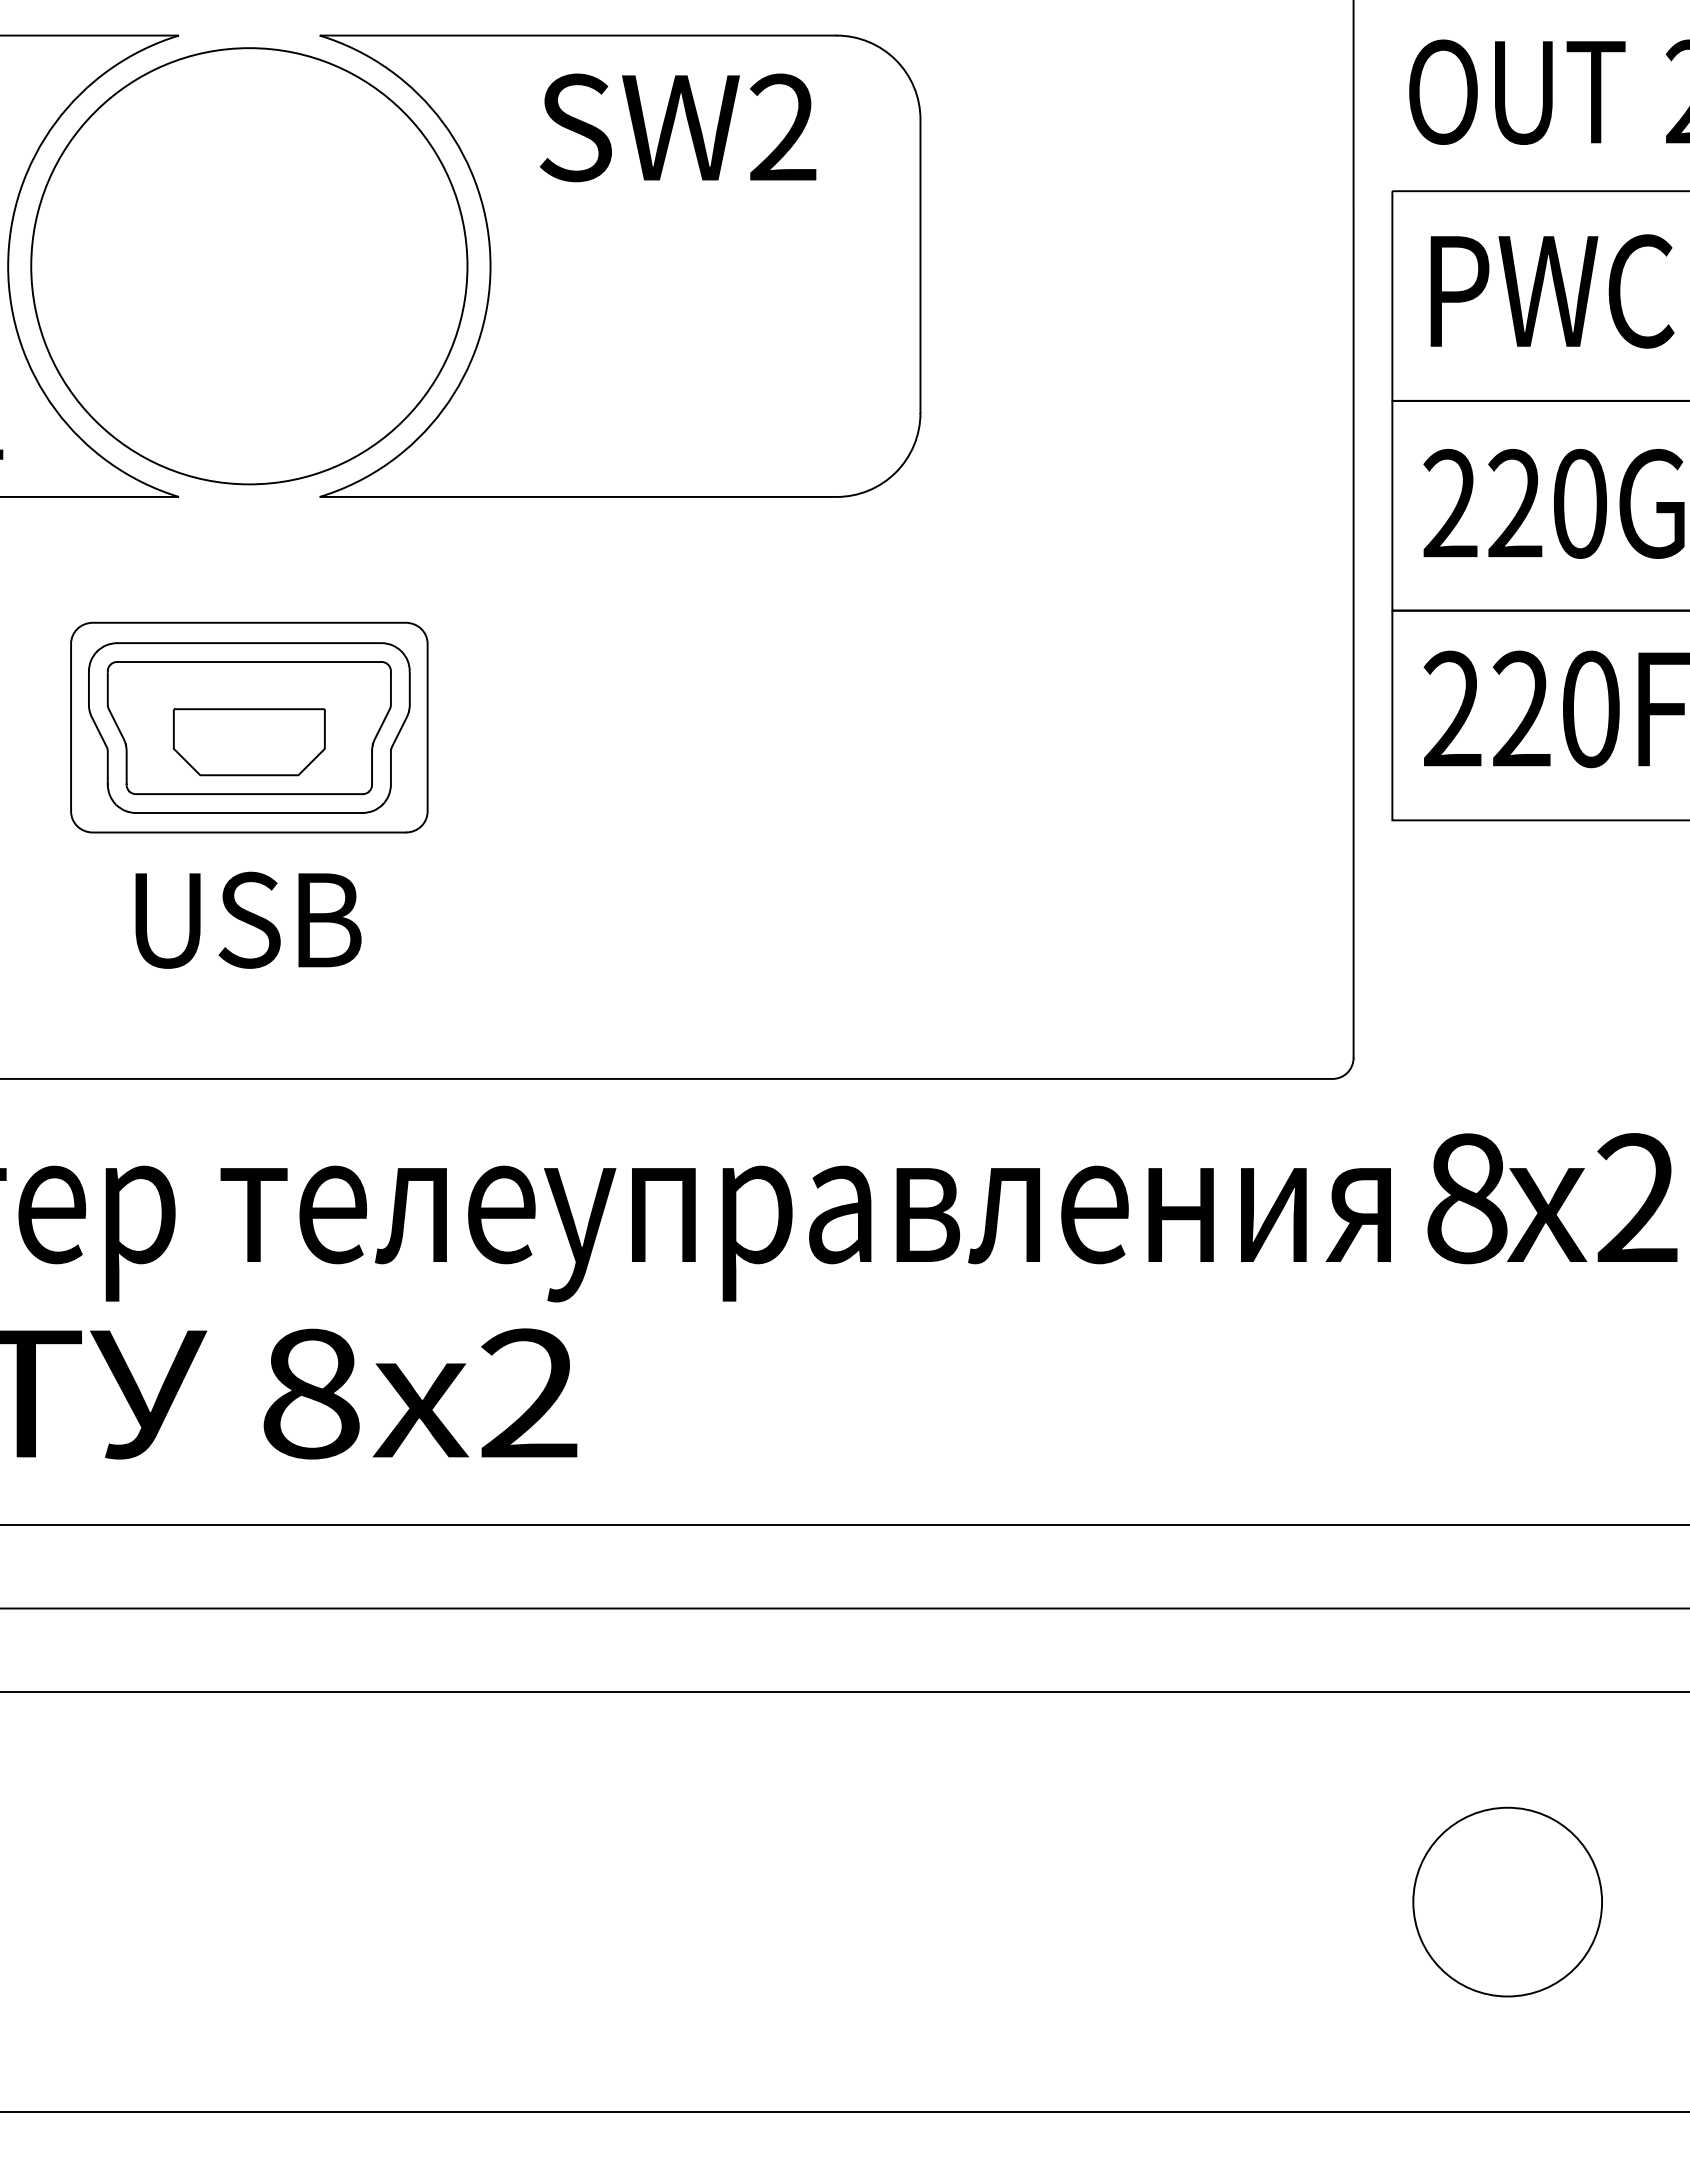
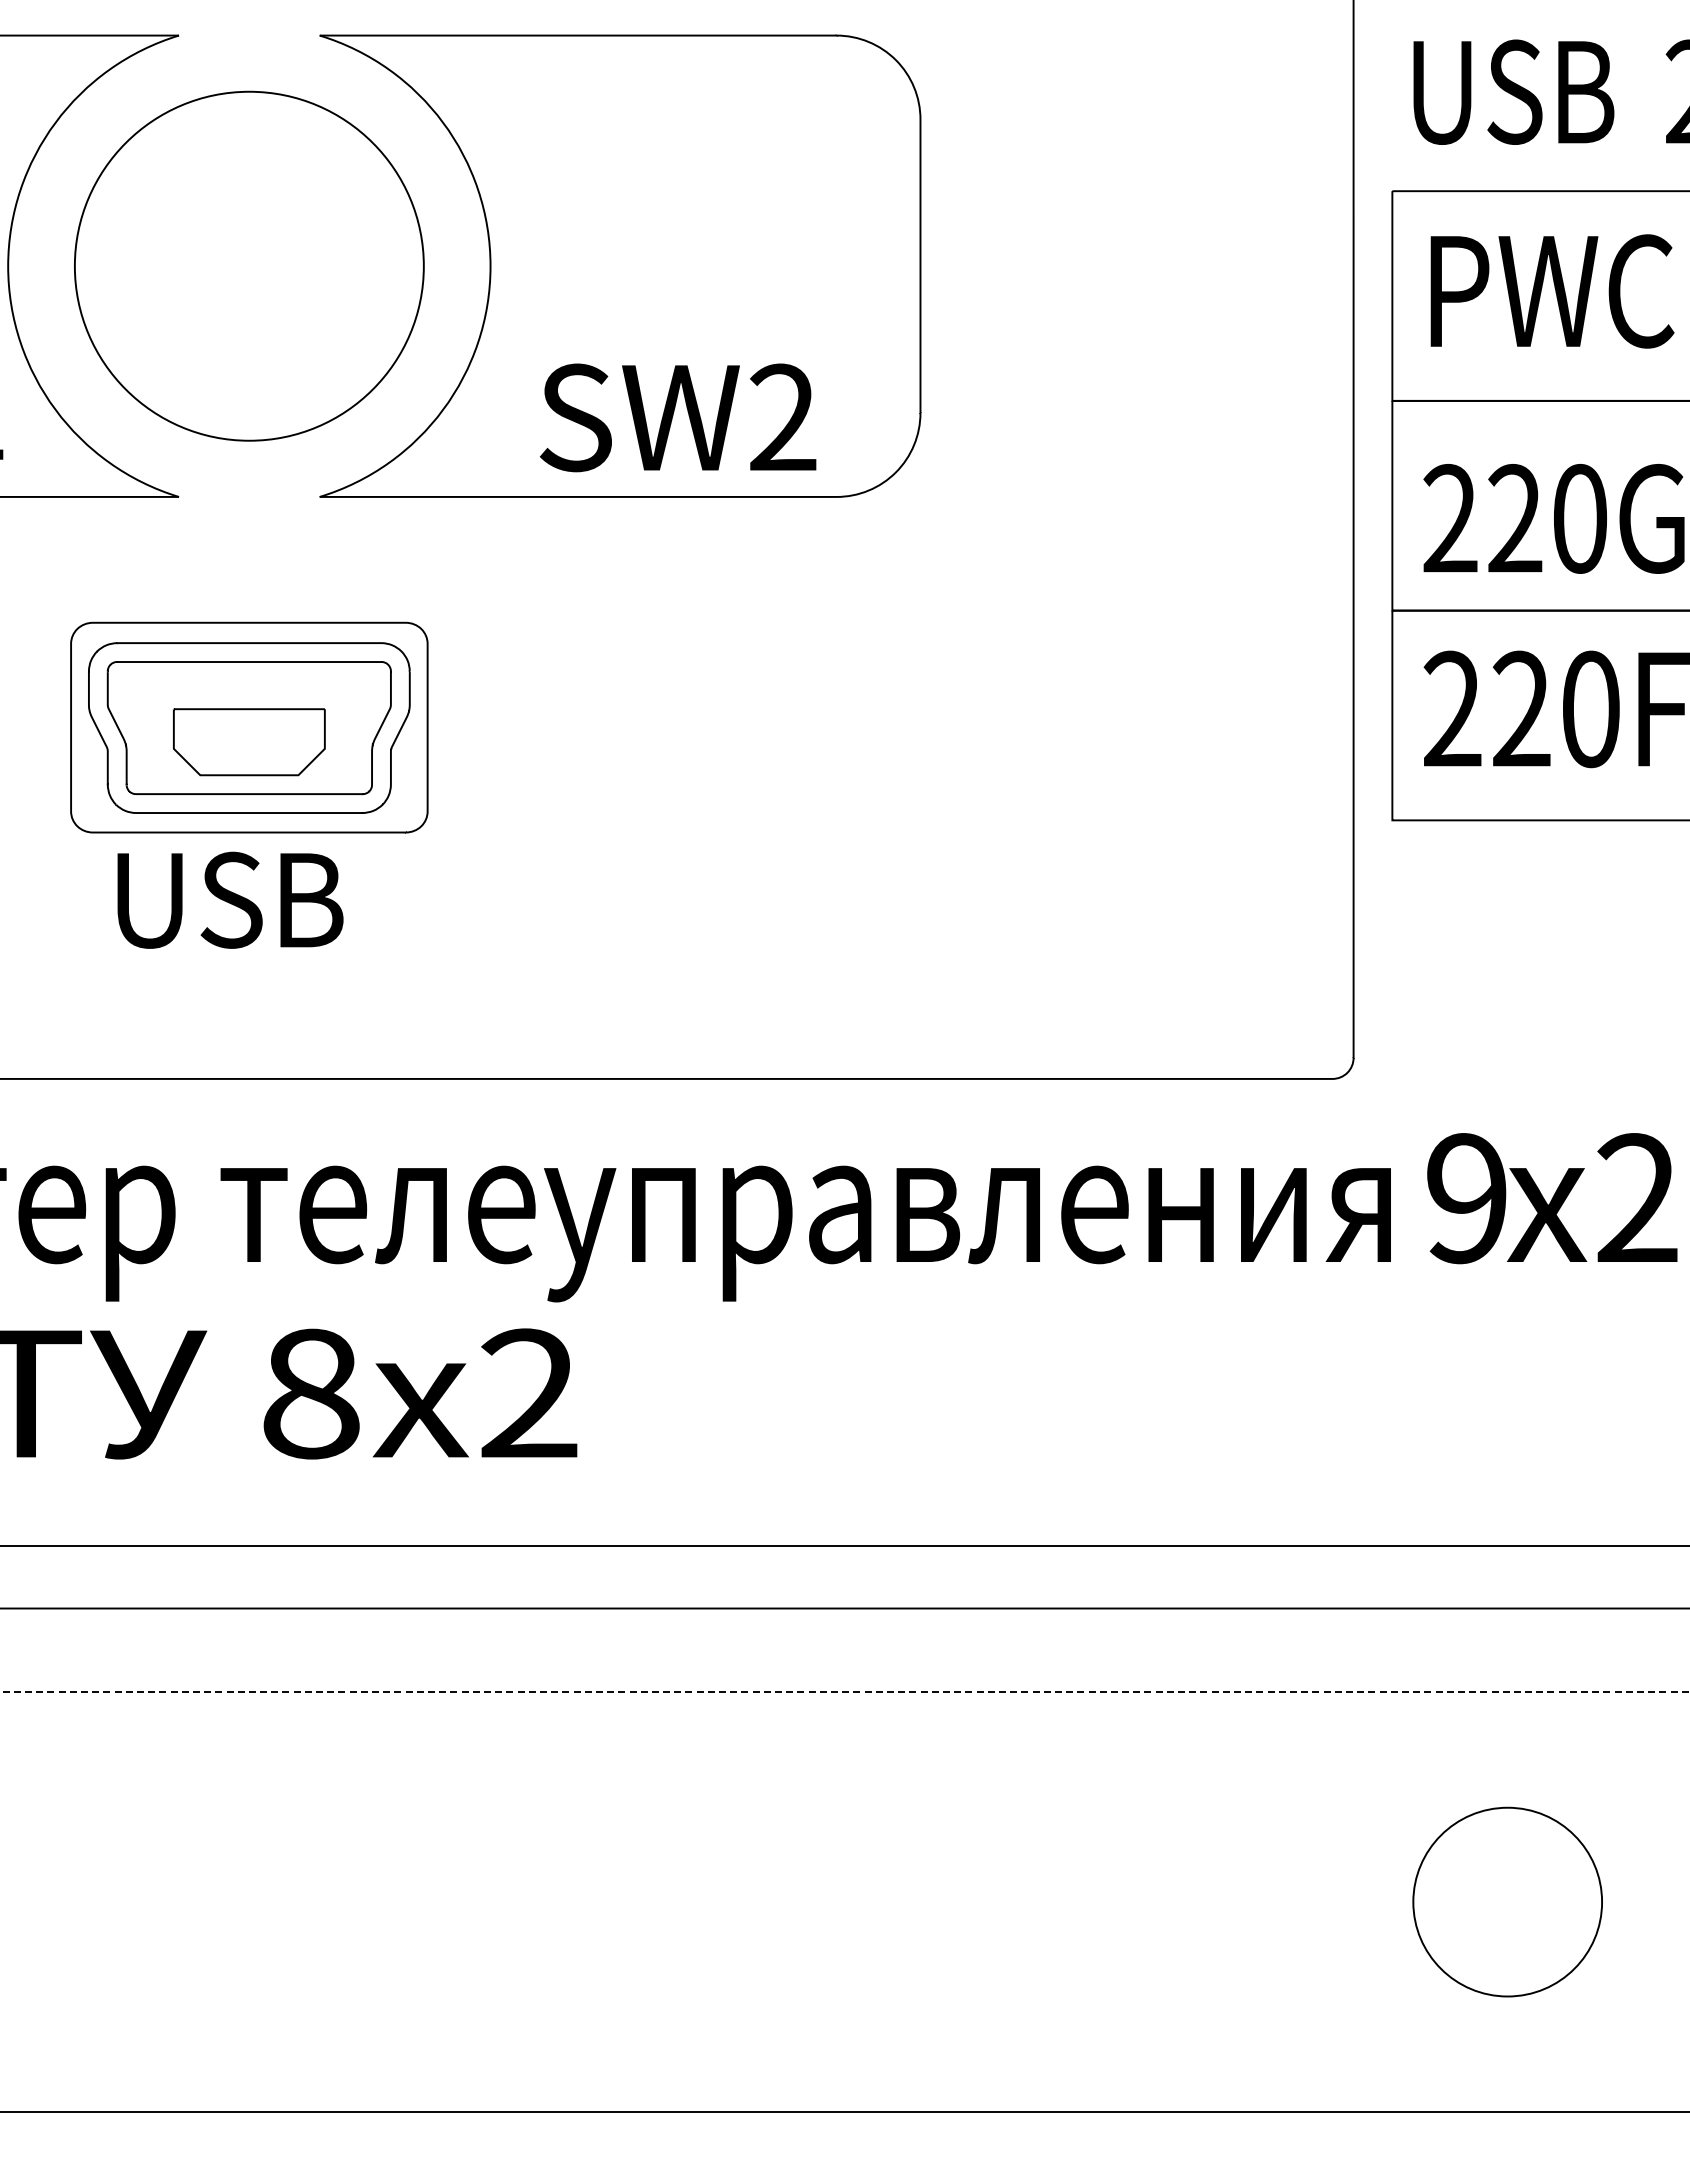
text at (1517, 91): OUT -> USB
text at (678, 127) position: (678, 127) -> (678, 417)
circle at (249, 266) diameter: 436 px -> 349 px
text at (1553, 503) position: (1553, 503) -> (1553, 518)
text at (248, 919) position: (248, 919) -> (230, 899)
text at (1467, 1198): 8 -> 9
line at (844, 1524) position: (844, 1524) -> (844, 1545)
line at (845, 1692): solid -> dashed
